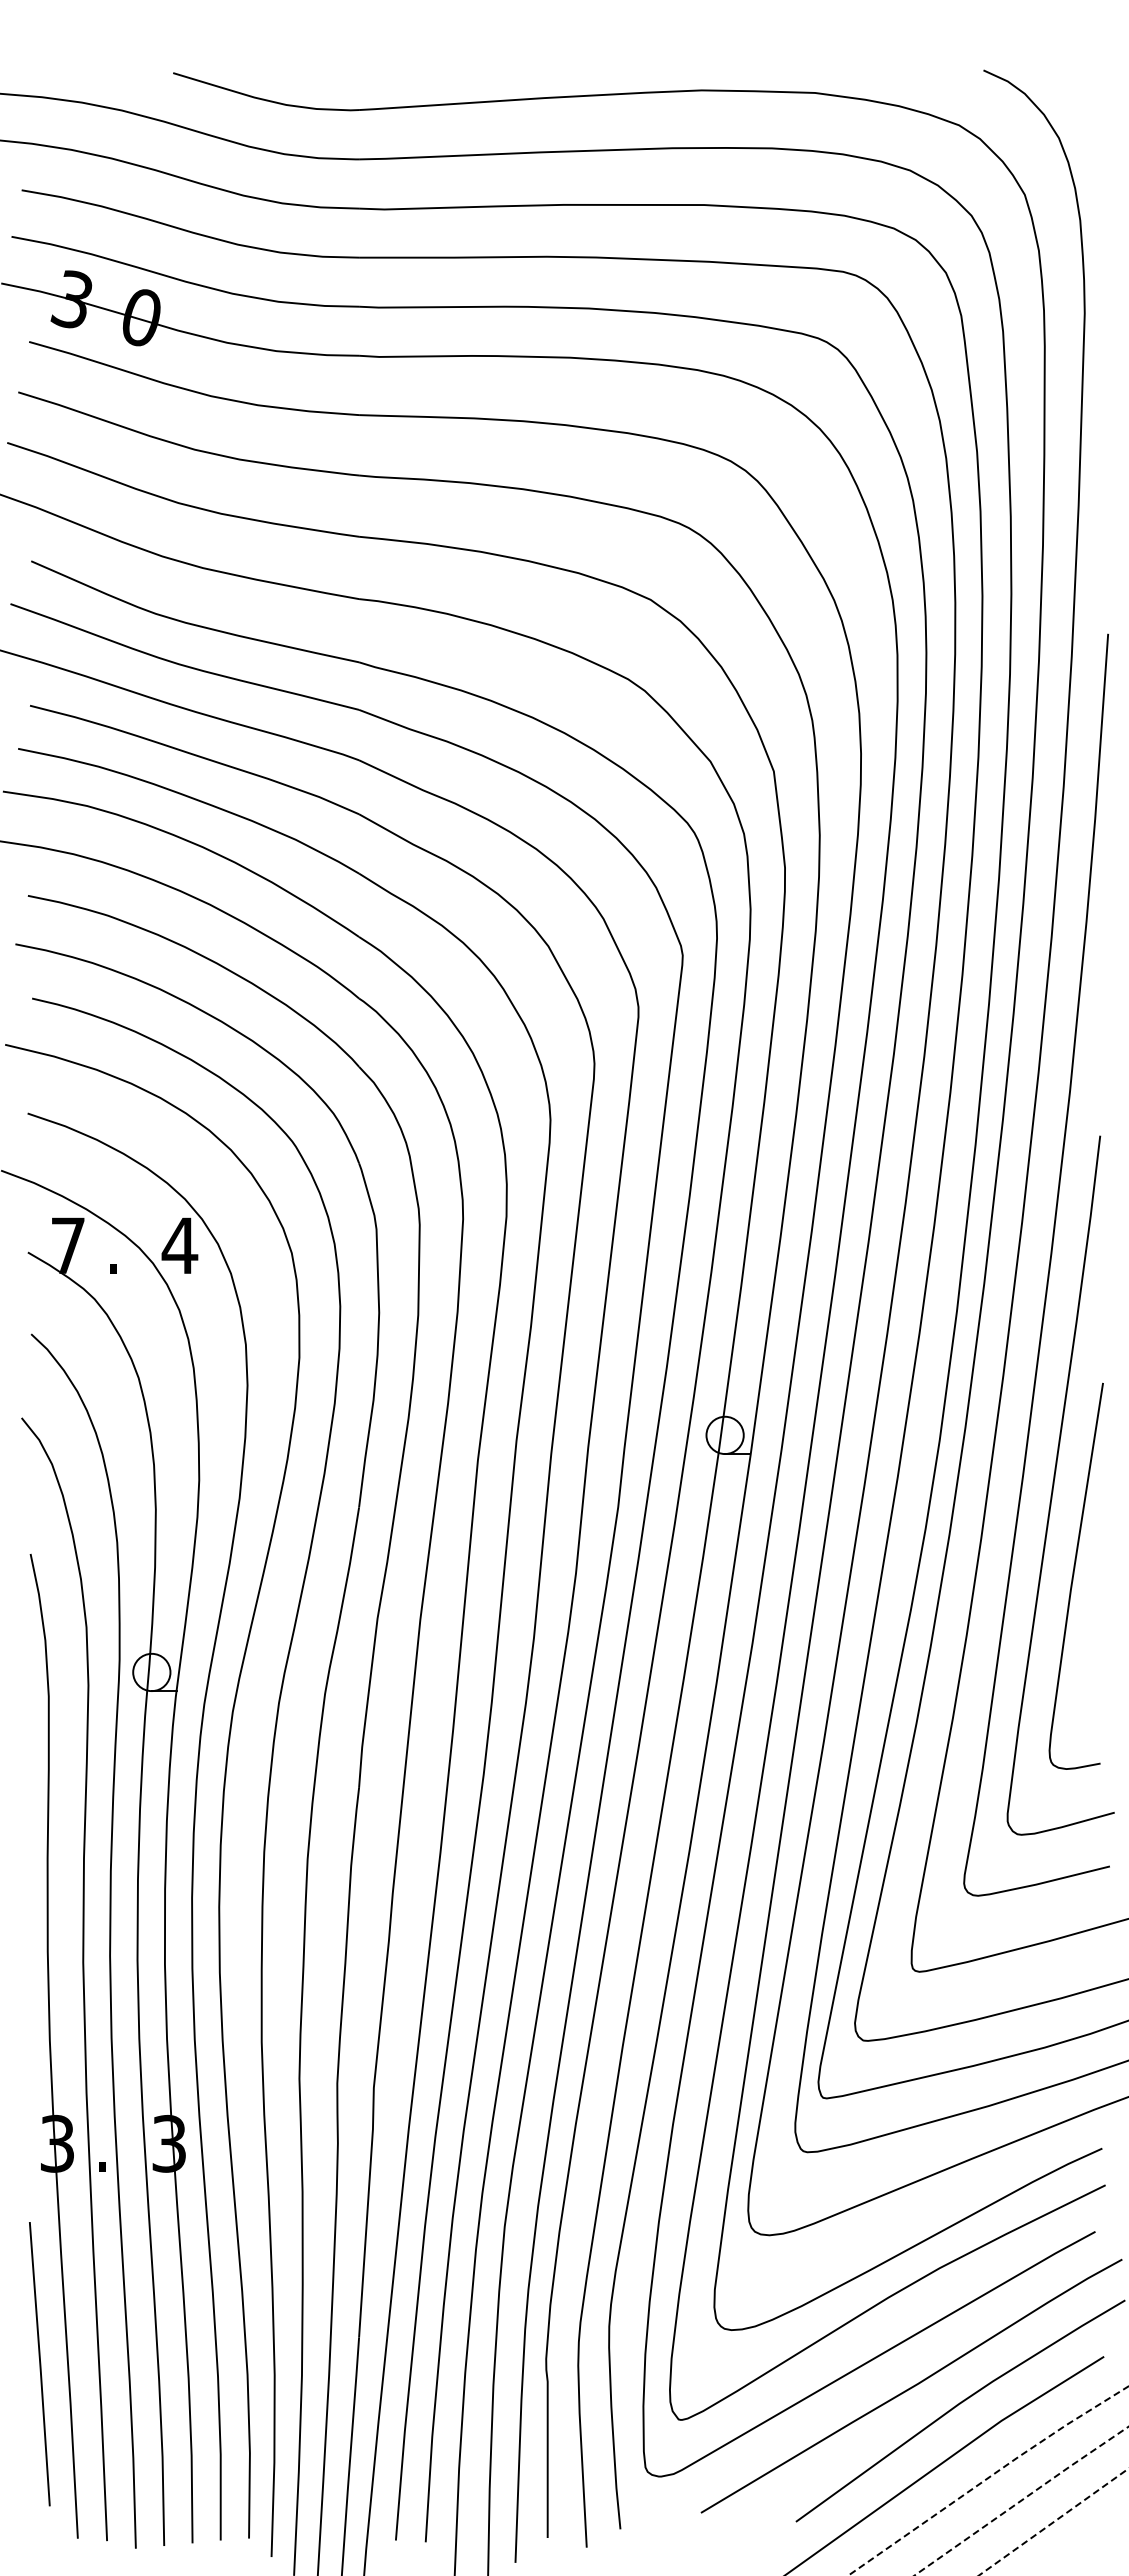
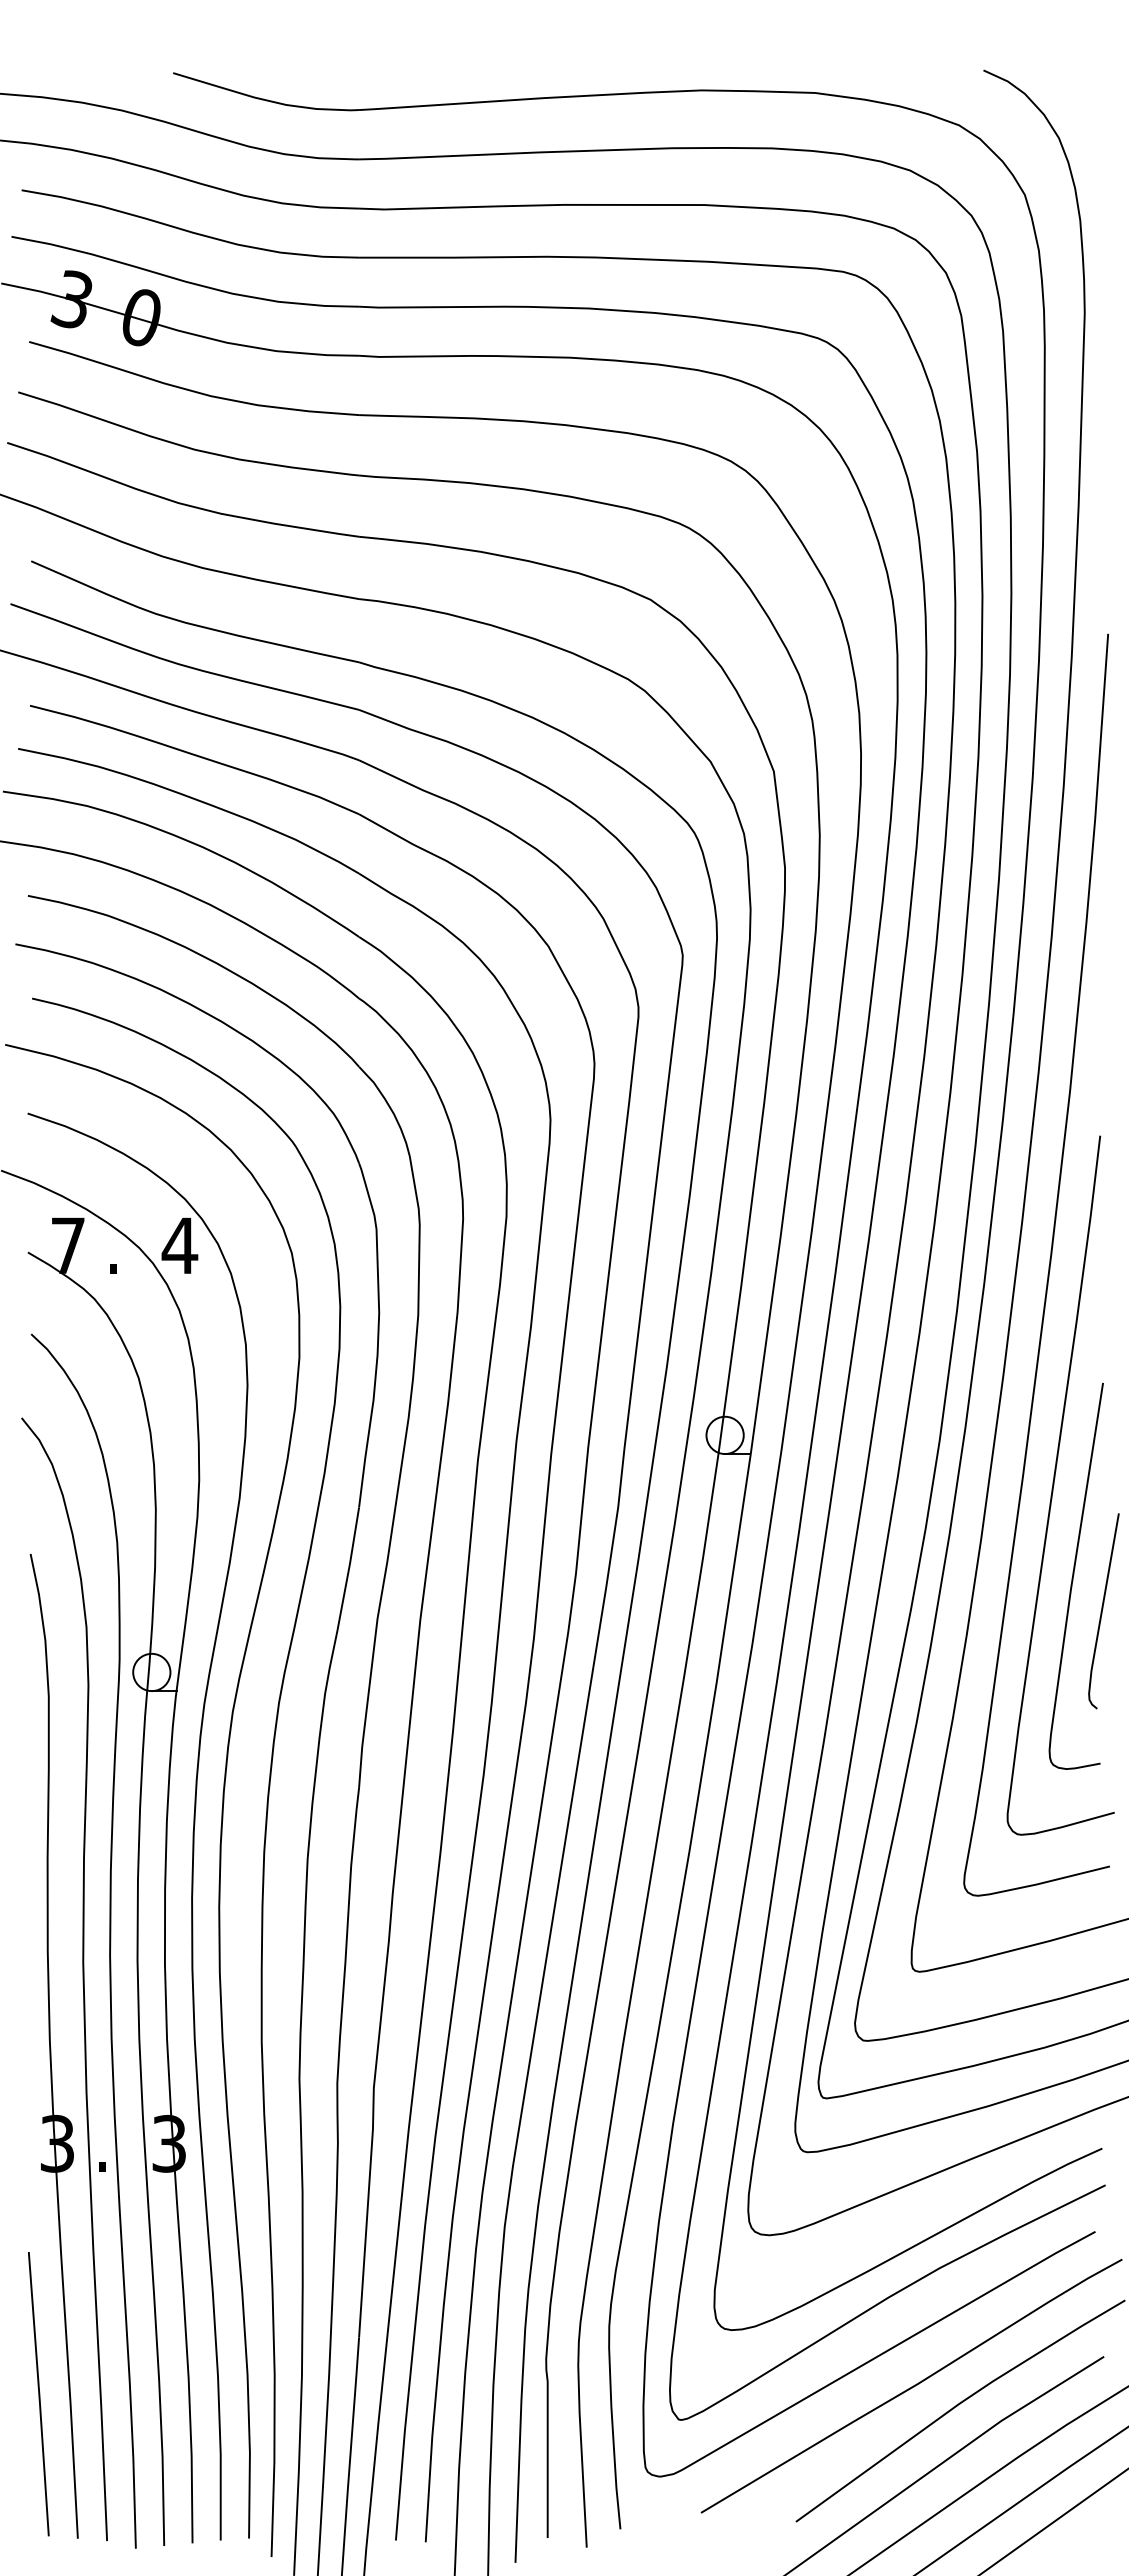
curve at (1102, 1611): none -> present
line at (39, 2364) position: (39, 2364) -> (38, 2394)
line at (988, 2478): dashed -> solid
line at (1021, 2500): dashed -> solid
line at (1053, 2522): dashed -> solid
